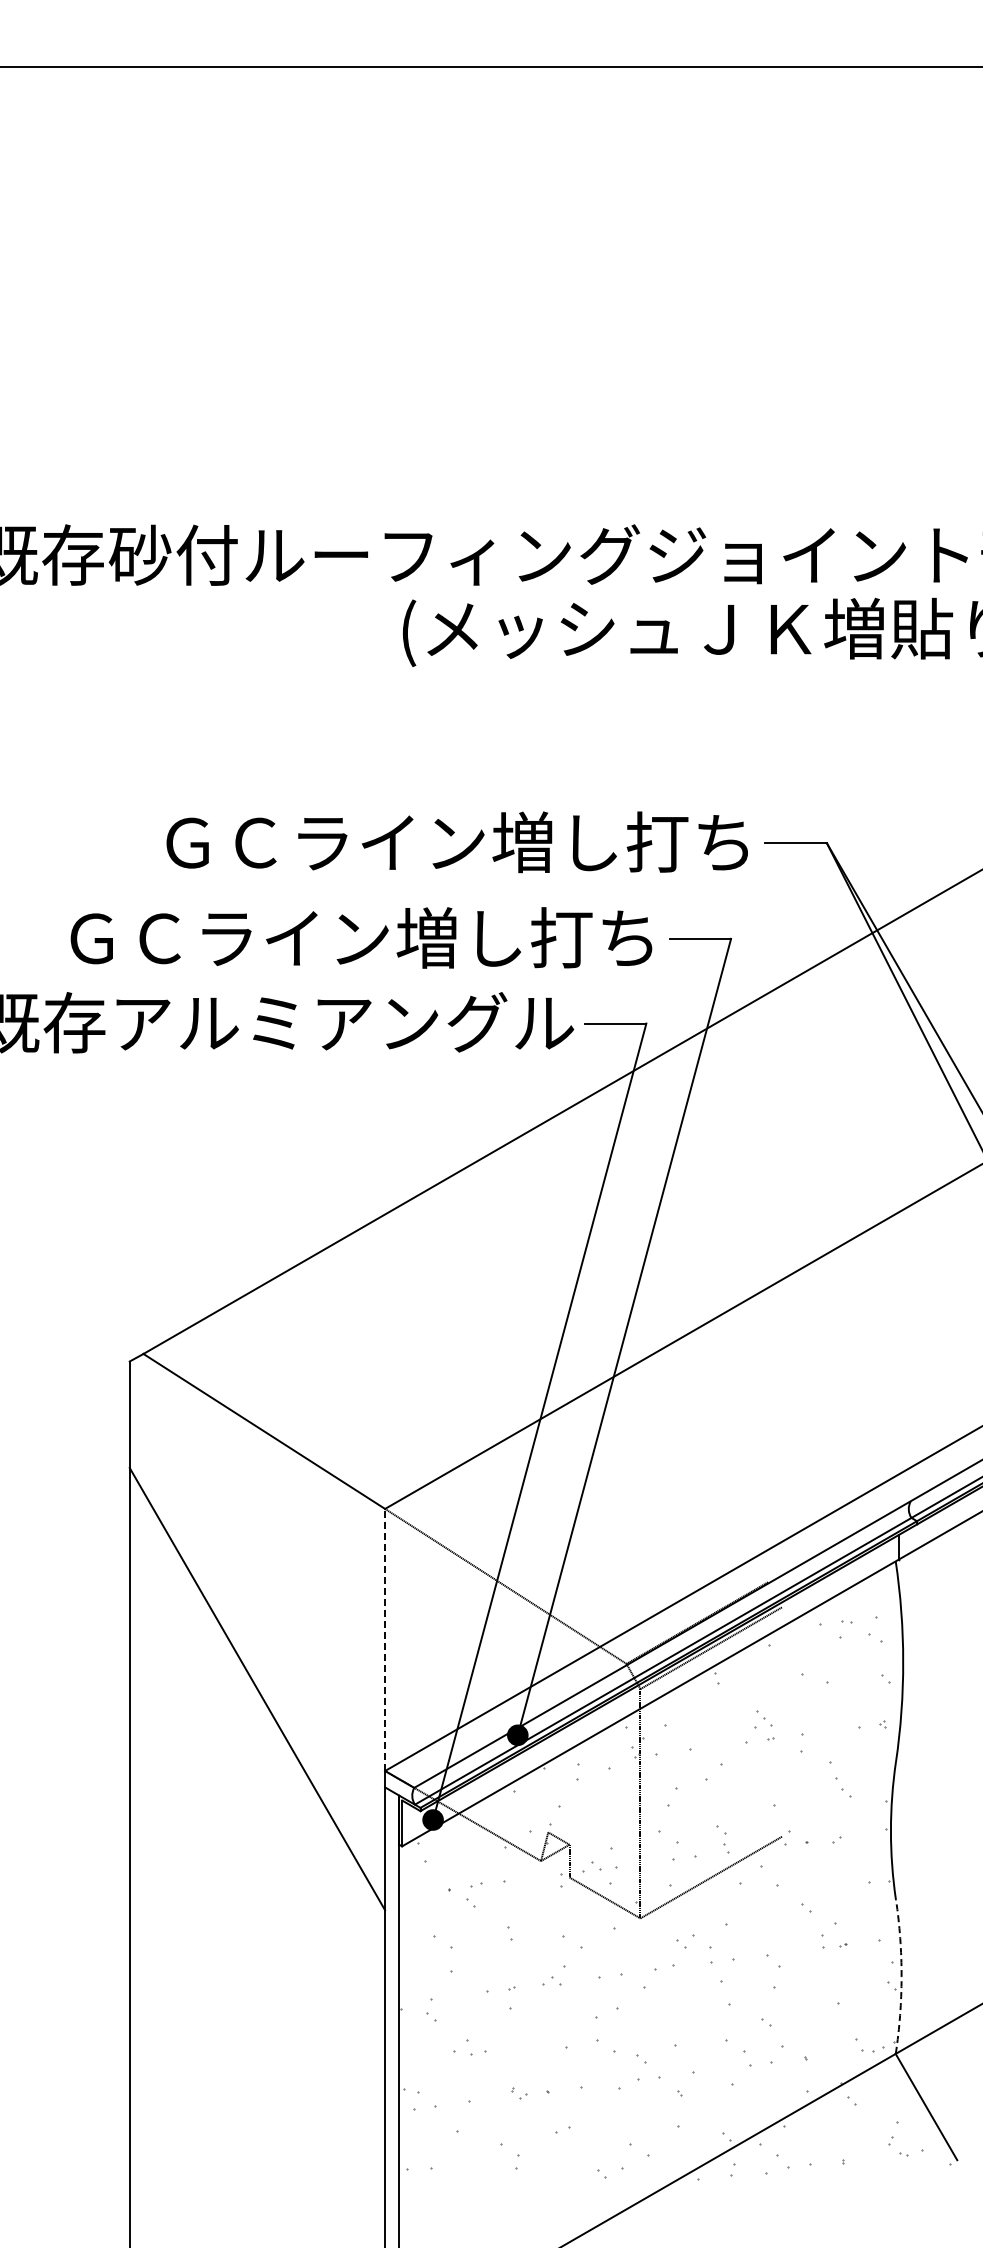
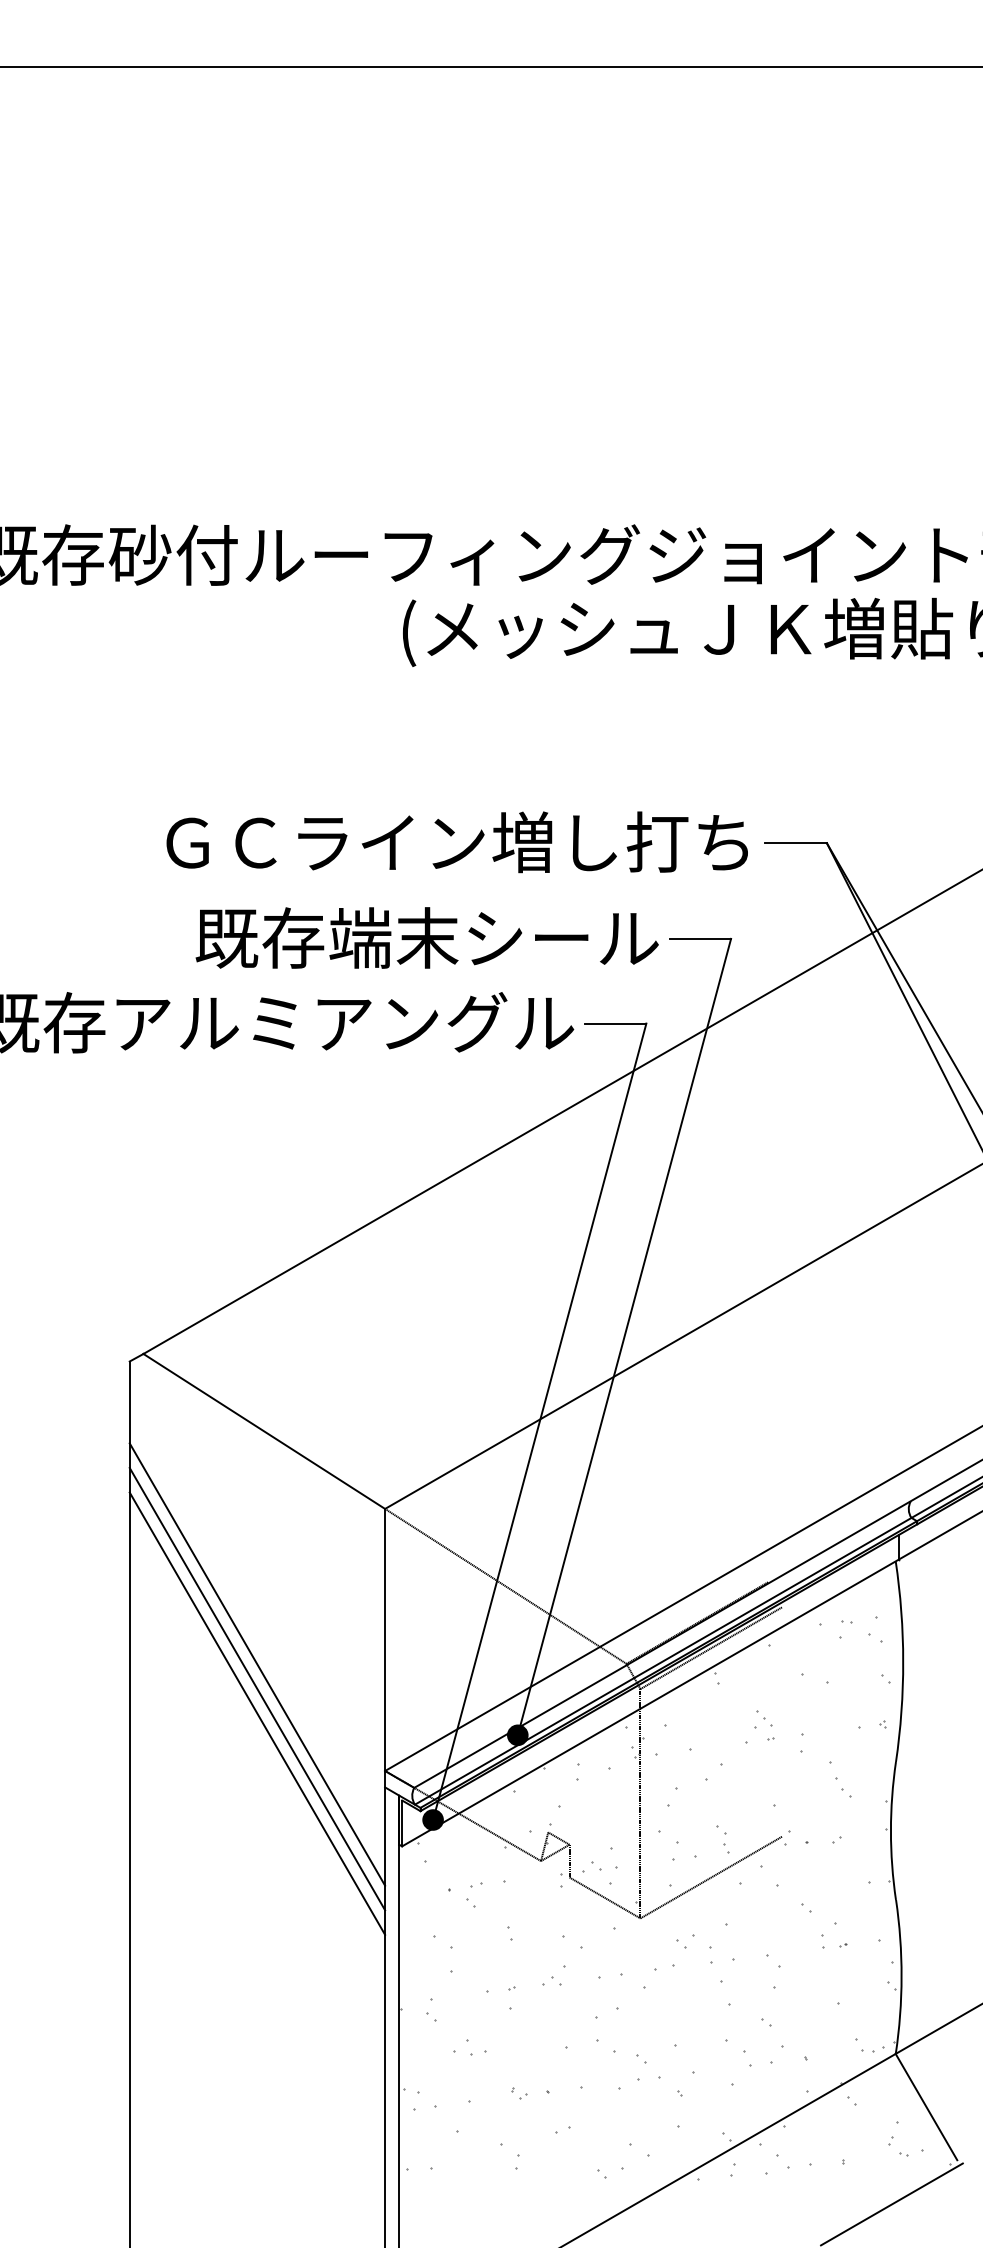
text at (364, 937): ＧＣライン増し打ち -> 既存端末シール
line at (385, 1639): dashed -> solid
line at (257, 1664): none -> present
line at (257, 1713): none -> present
arc at (901, 1976): dashed -> solid
line at (891, 2203): none -> present
